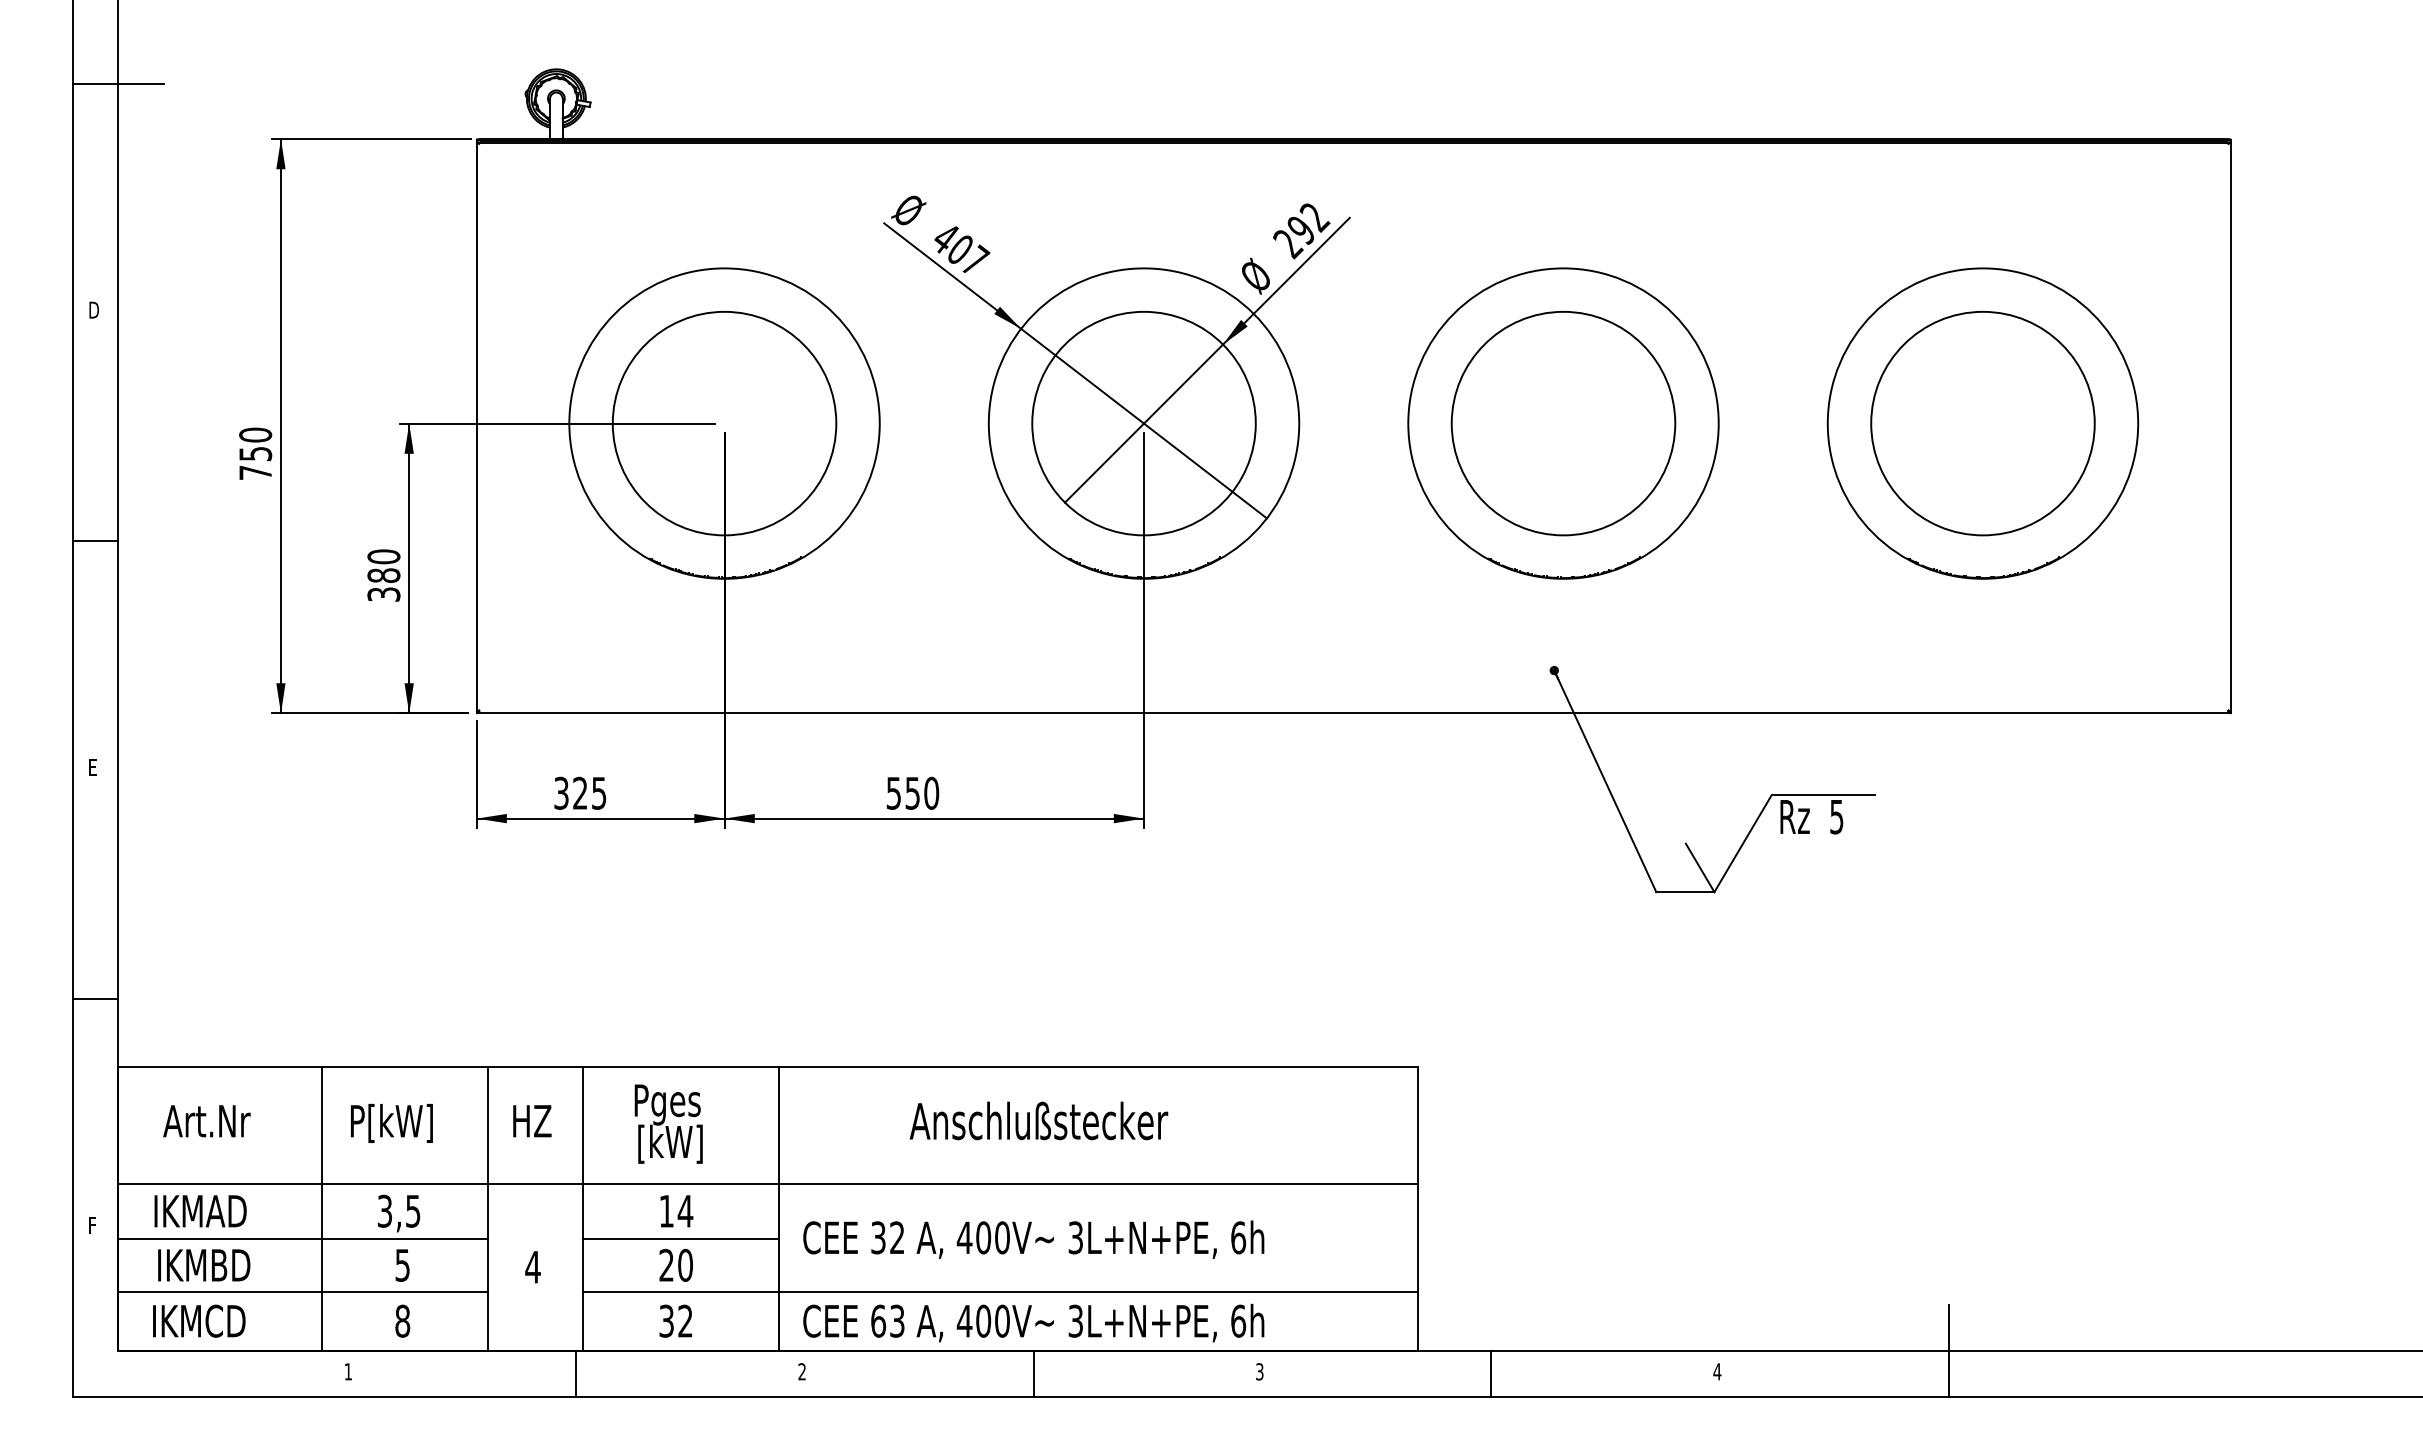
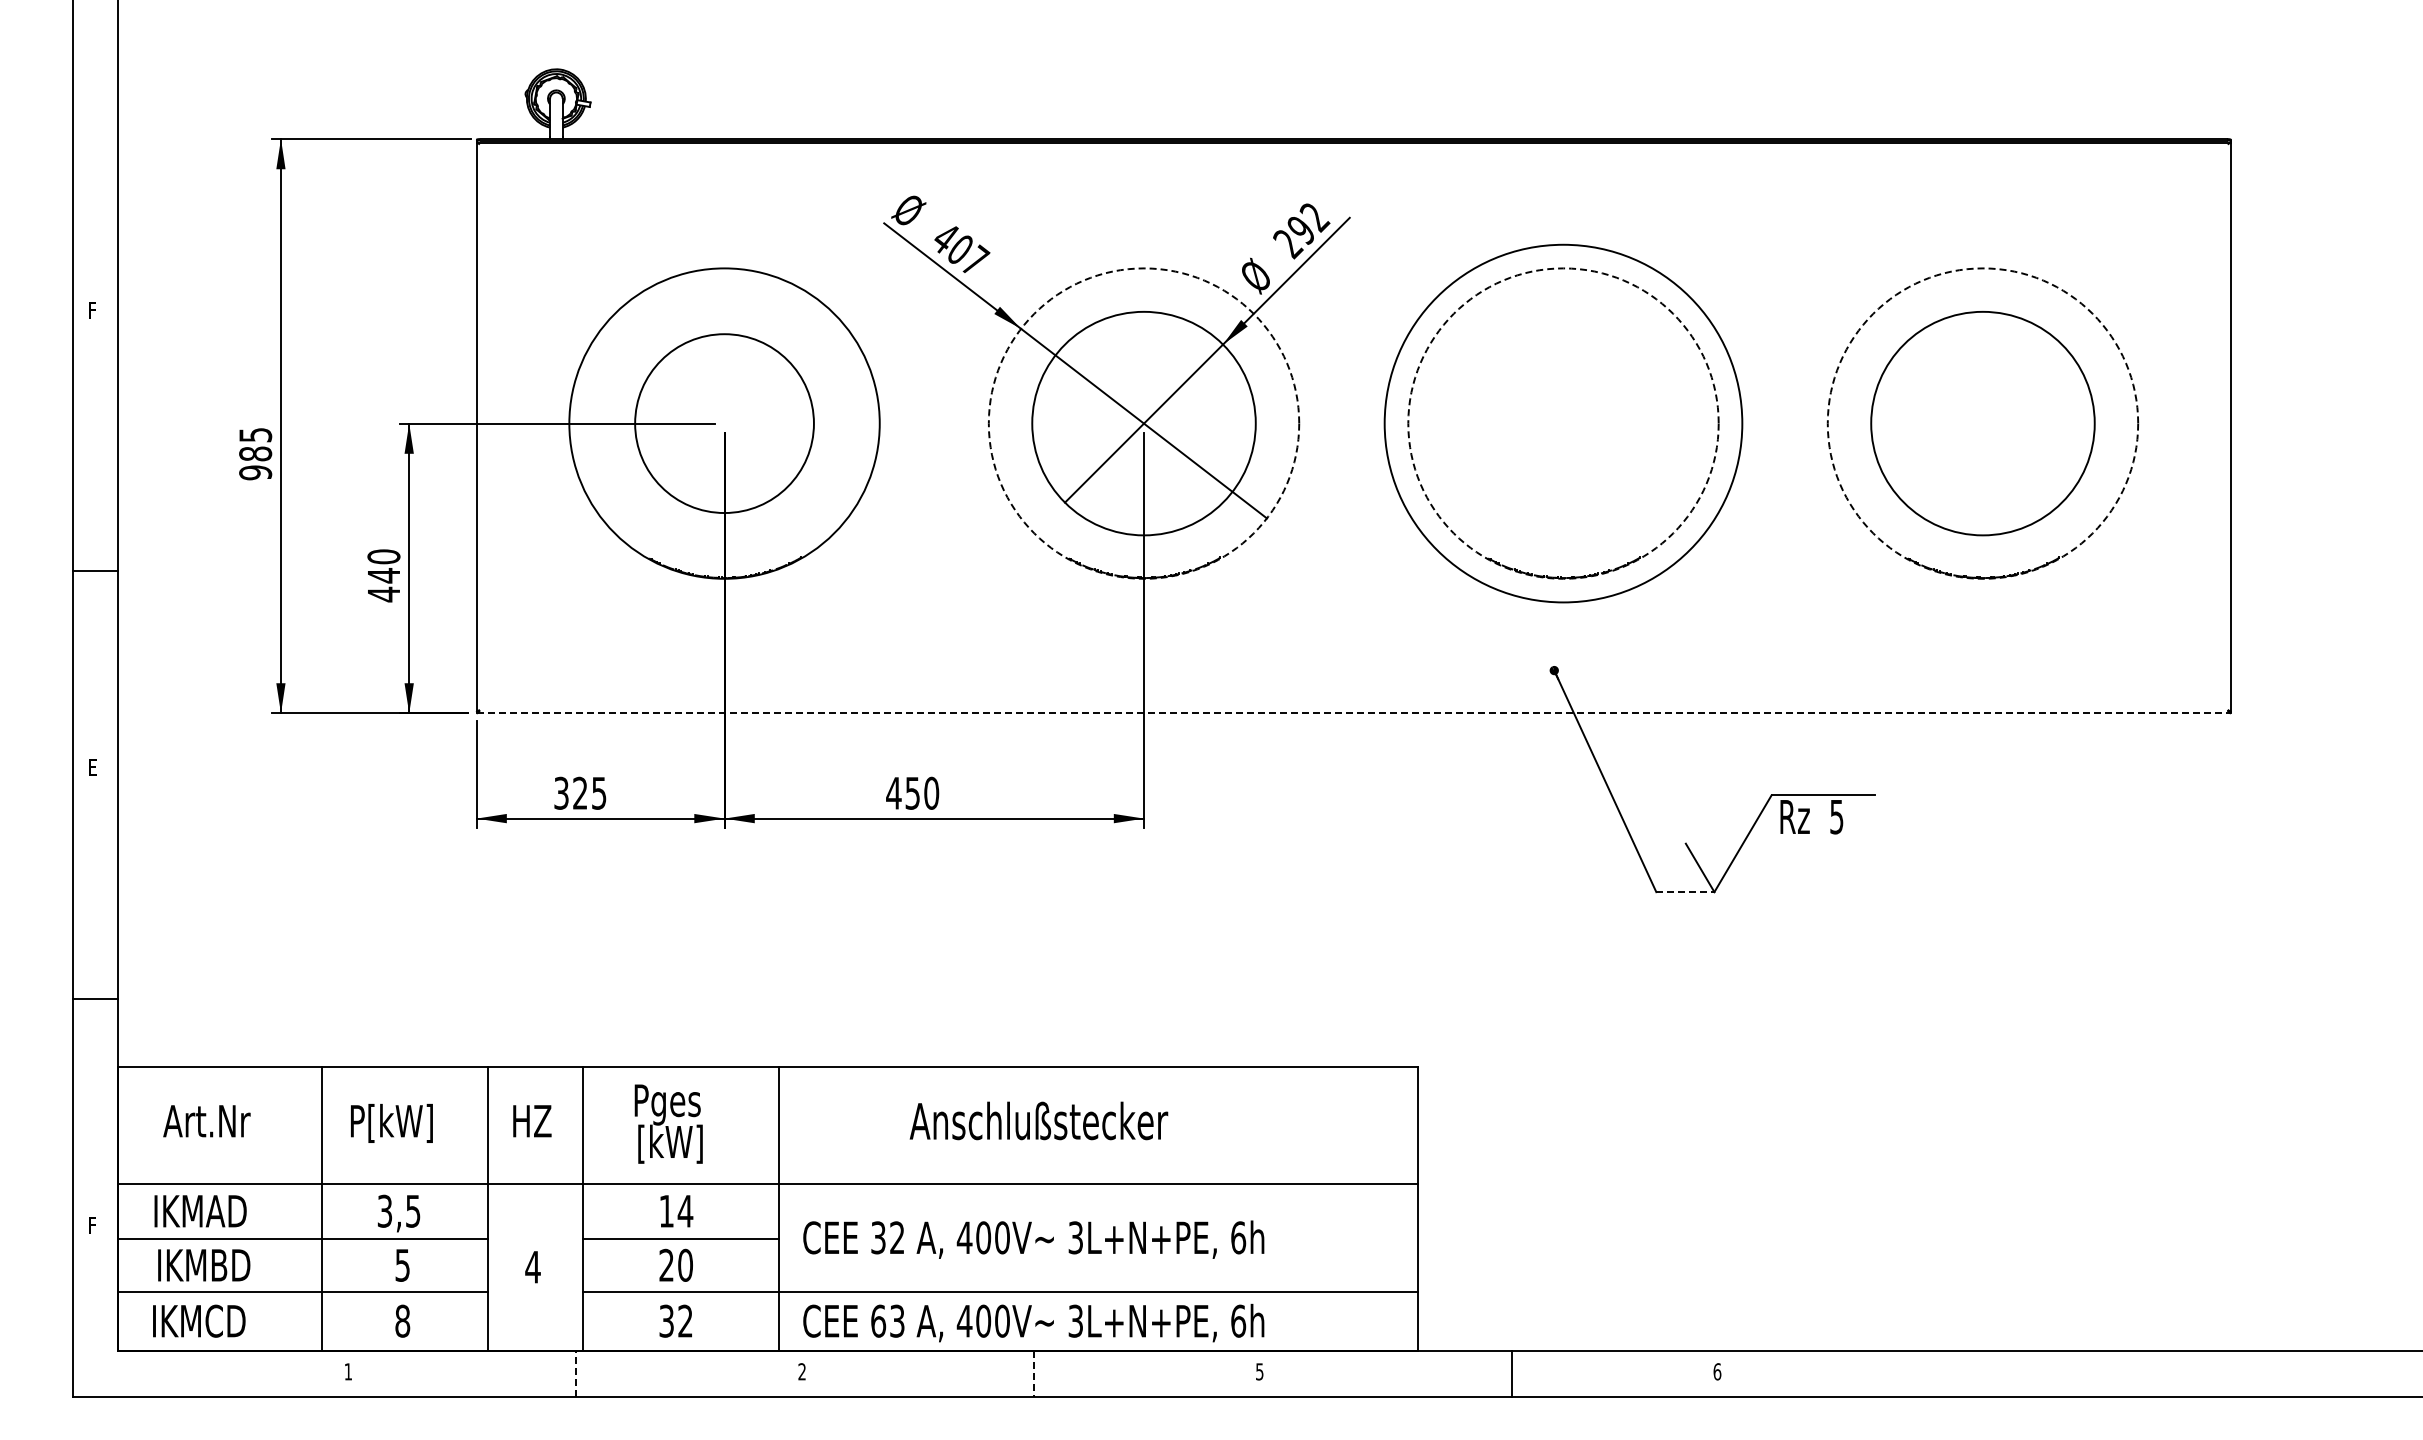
line at (118, 83): present -> none
text at (93, 309): D -> F
circle at (724, 423) diameter: 224 px -> 179 px
circle at (1143, 423): solid -> dashed
circle at (1563, 423) diameter: 224 px -> 358 px
circle at (1563, 423): solid -> dashed
circle at (1982, 423): solid -> dashed
text at (255, 453): 750 -> 985
line at (95, 541) position: (95, 541) -> (95, 571)
text at (383, 585): 380 -> 440
line at (1354, 713): solid -> dashed
text at (893, 793): 550 -> 450
line at (1685, 892): solid -> dashed
line at (1948, 1350): present -> none
text at (1259, 1371): 3 -> 5
text at (1717, 1371): 4 -> 6
line at (1491, 1373) position: (1491, 1373) -> (1512, 1373)
line at (576, 1374): solid -> dashed
line at (1033, 1374): solid -> dashed
